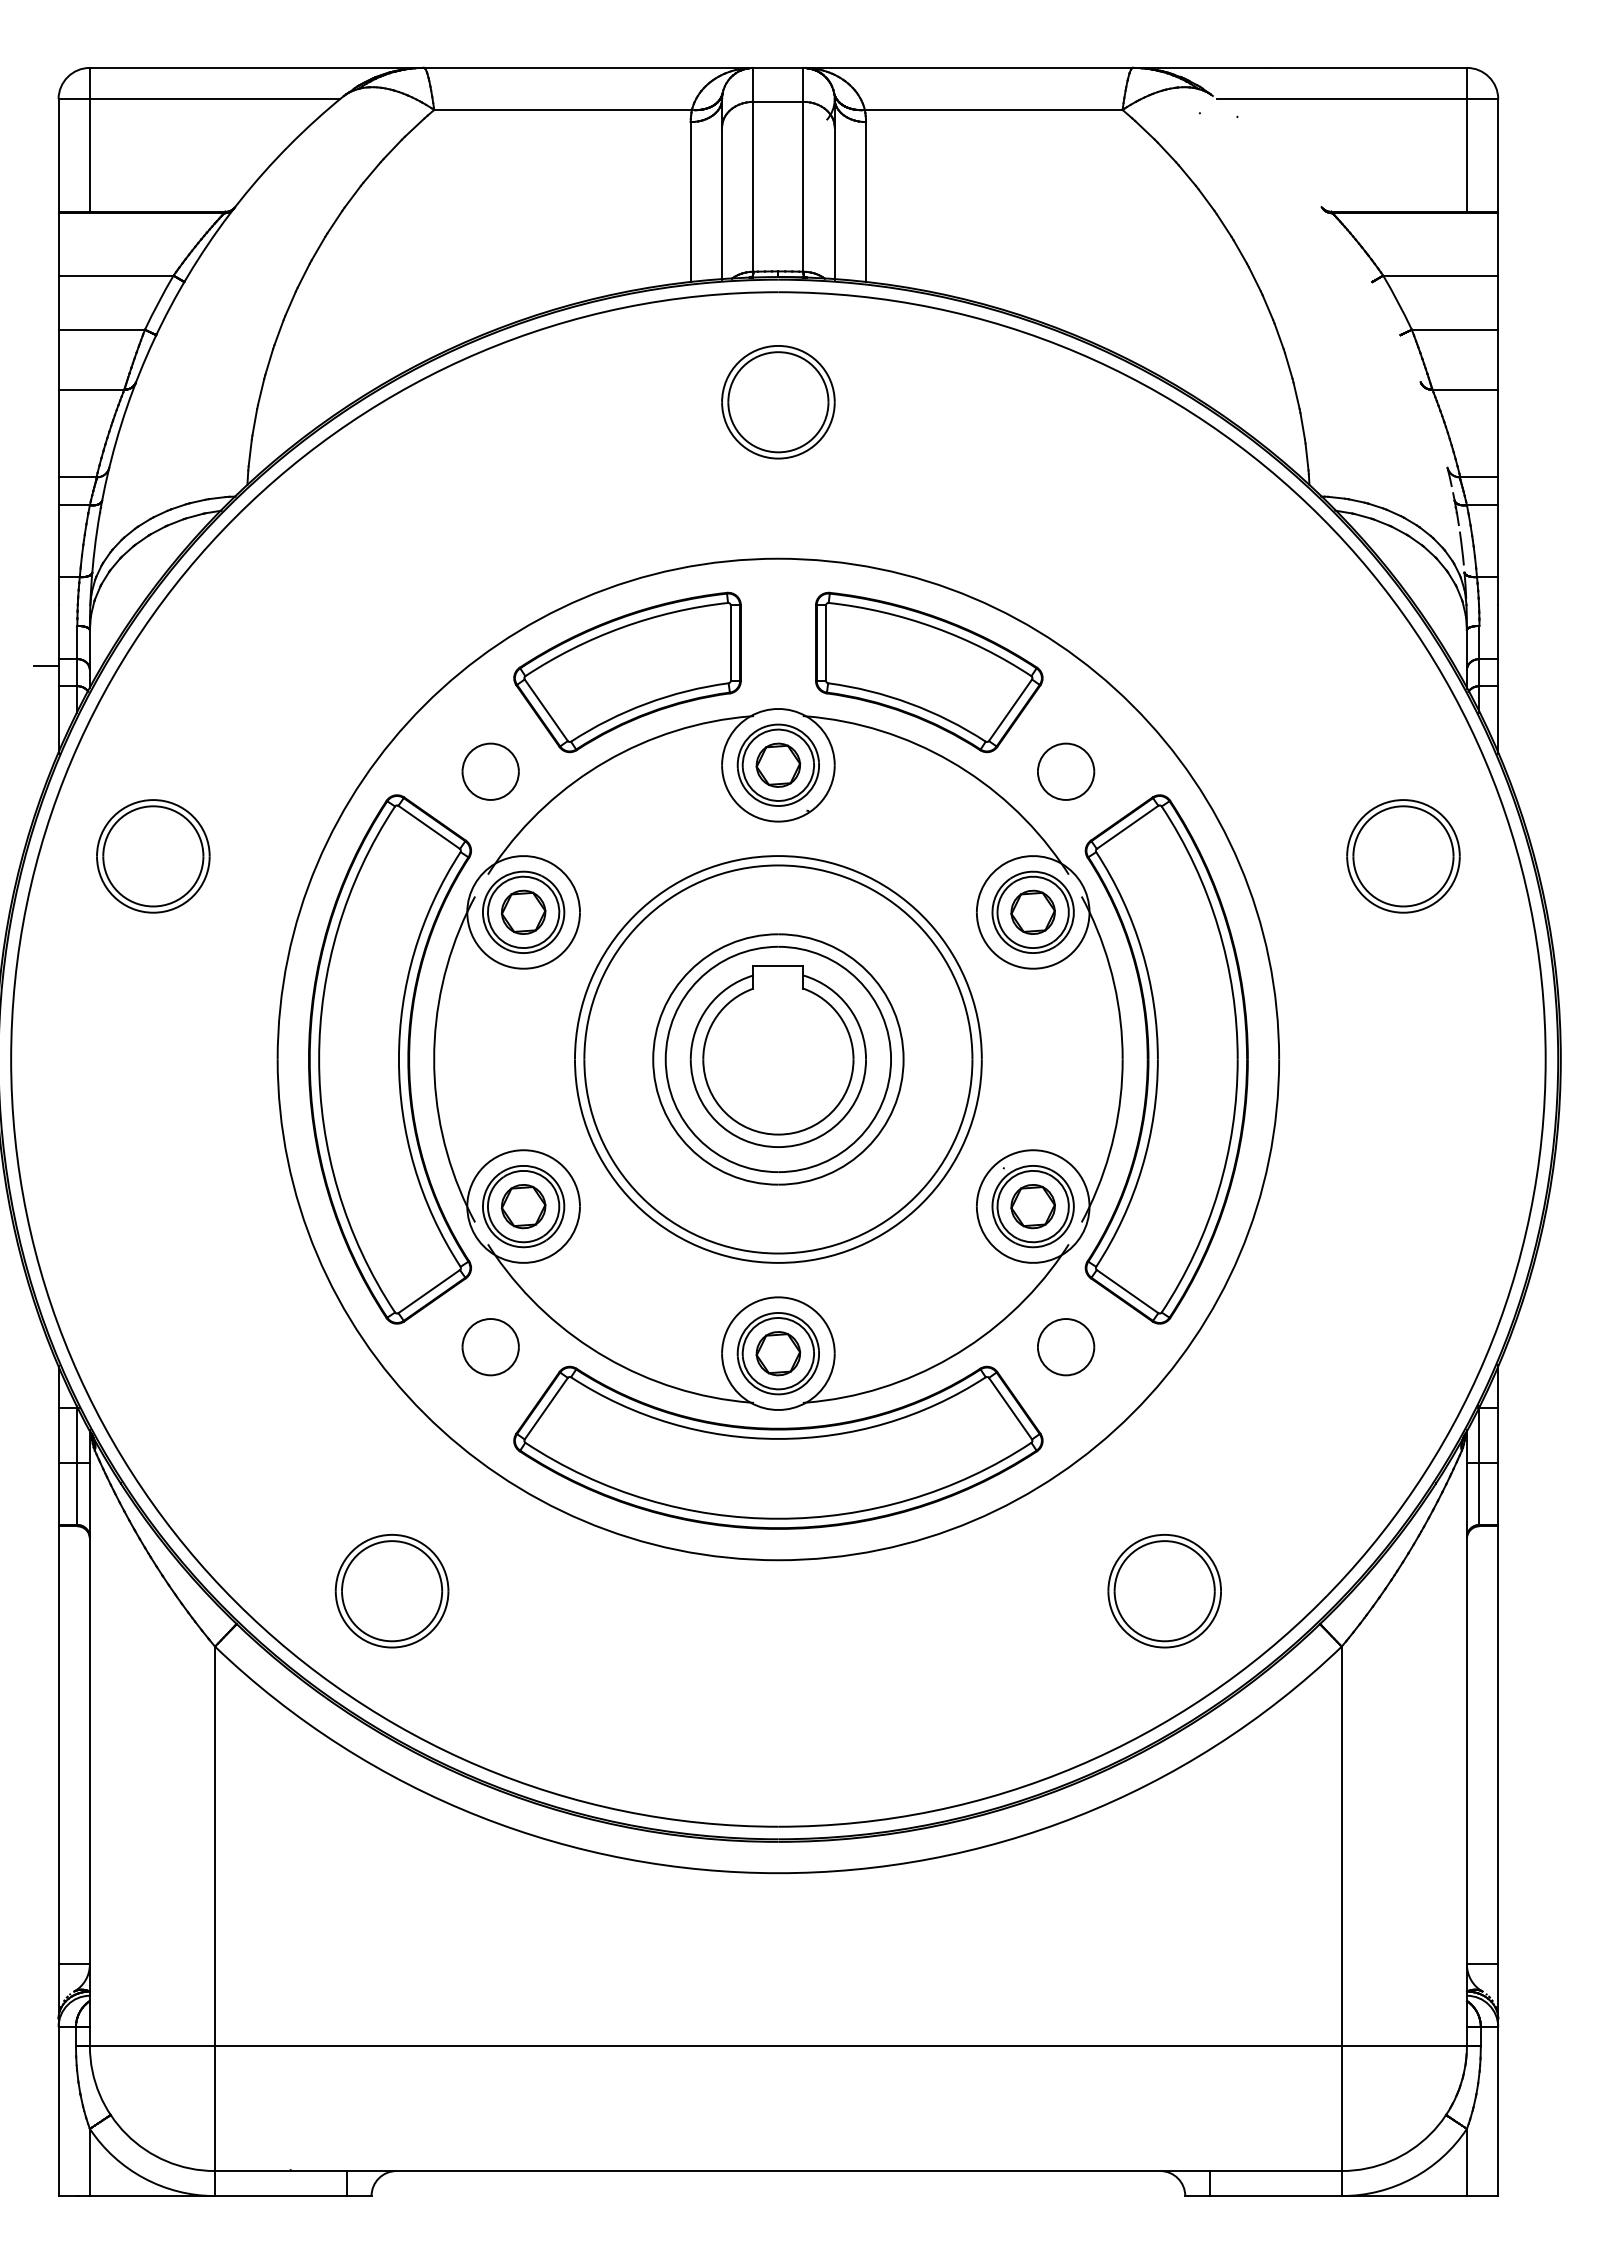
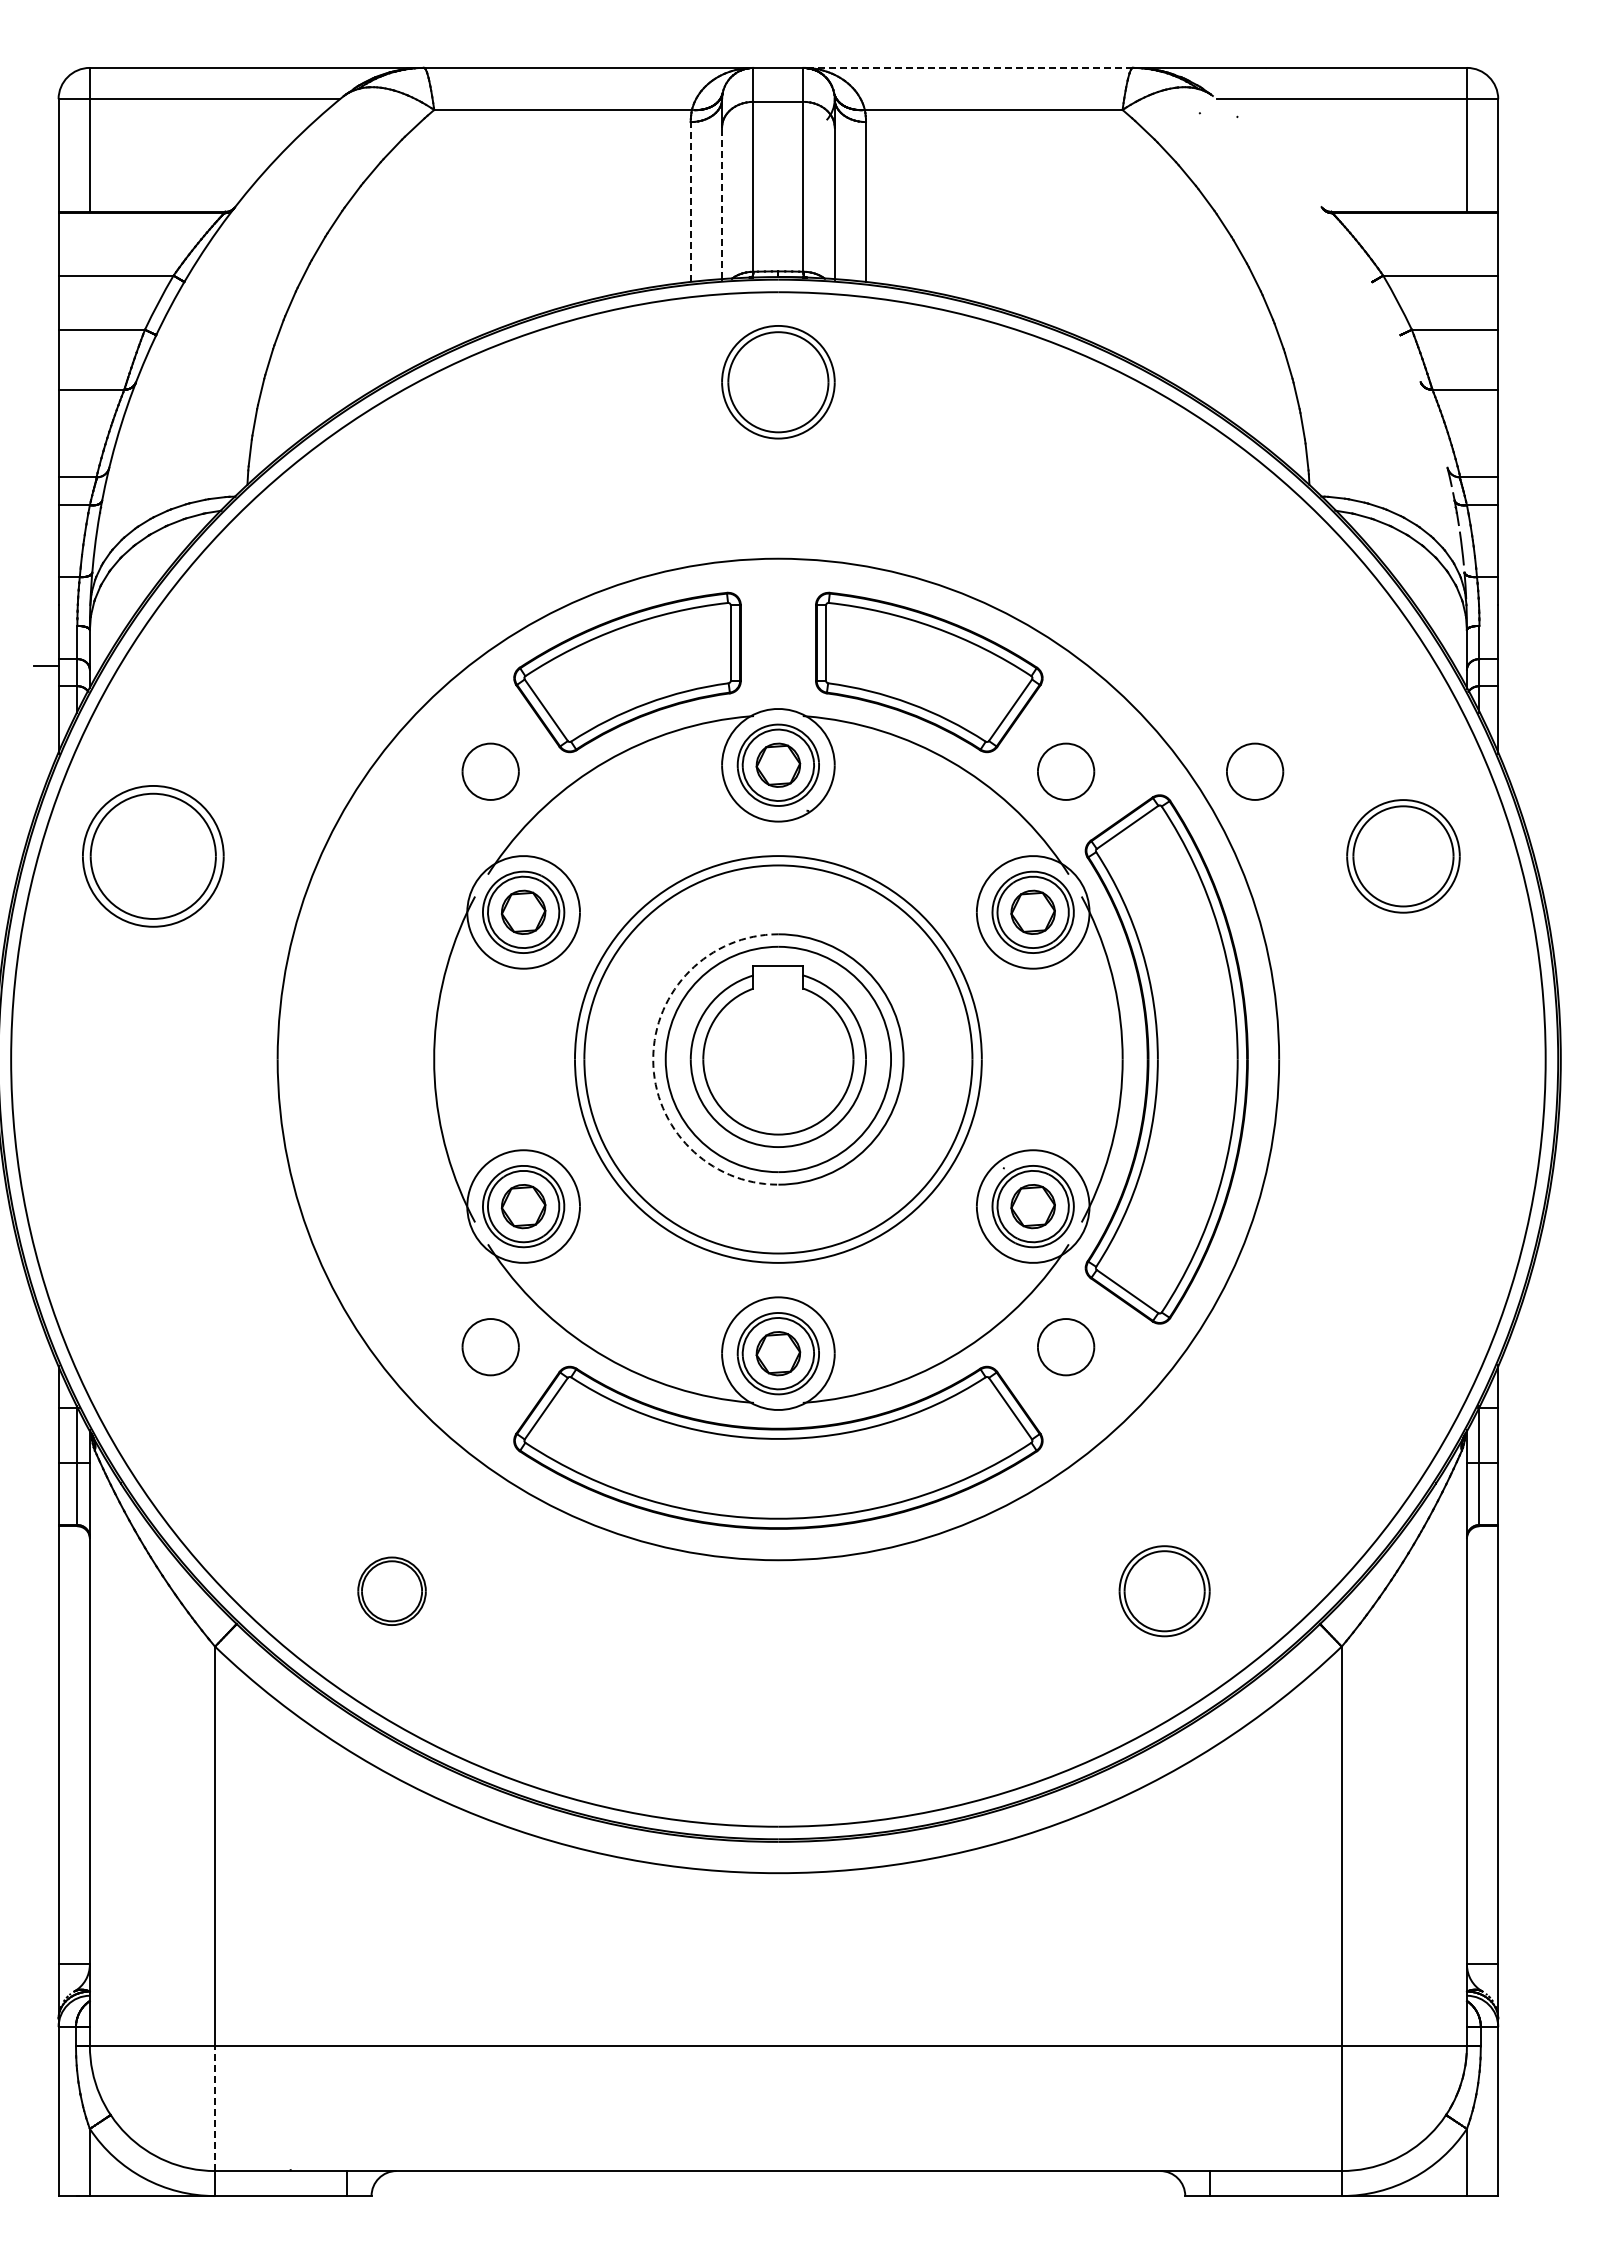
line at (968, 67): solid -> dashed
line at (690, 201): solid -> dashed
line at (722, 203): solid -> dashed
part at (778, 402) position: (778, 402) -> (778, 382)
part at (1255, 771): none -> present
part at (153, 856) size: 115x115 px -> 143x143 px
part at (389, 1059): present -> none
arc at (653, 1059): solid -> dashed
part at (391, 1591) size: 116x115 px -> 70x70 px
part at (1164, 1591) size: 115x115 px -> 93x93 px
line at (215, 2108): solid -> dashed
